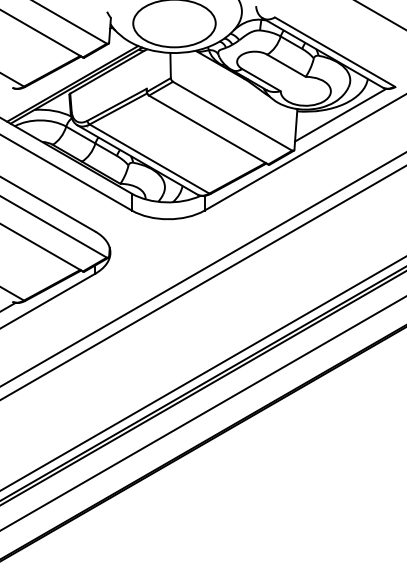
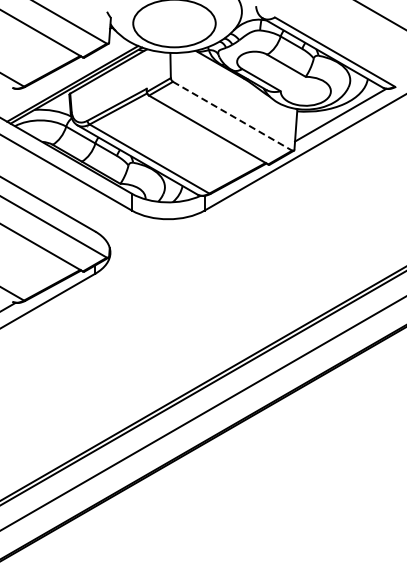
line at (232, 116): solid -> dashed
line at (202, 269): present -> none
line at (202, 282): present -> none
line at (202, 373): present -> none
